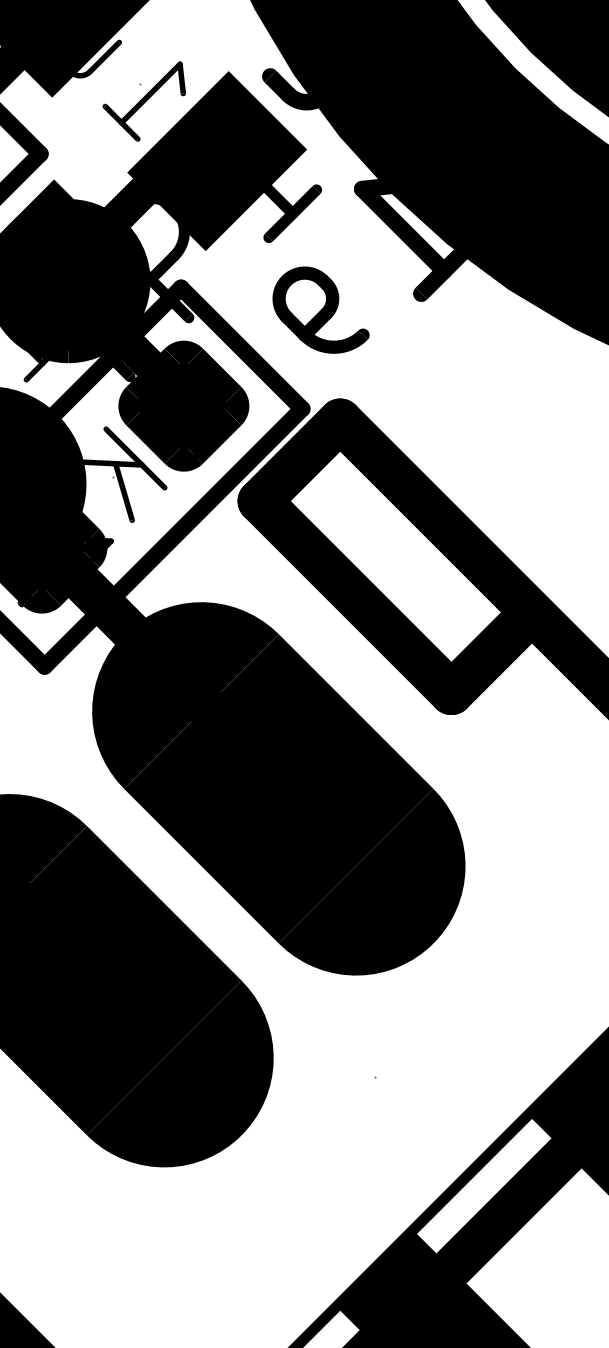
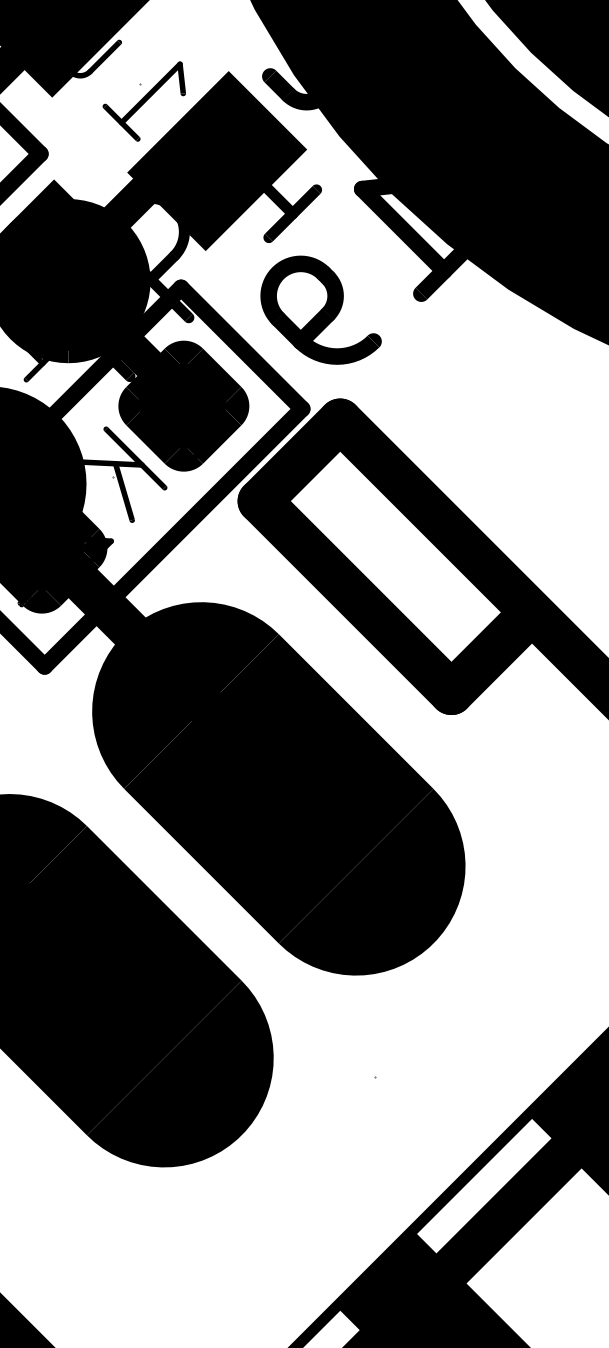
part at (320, 309) size: 98x88 px -> 122x110 px
